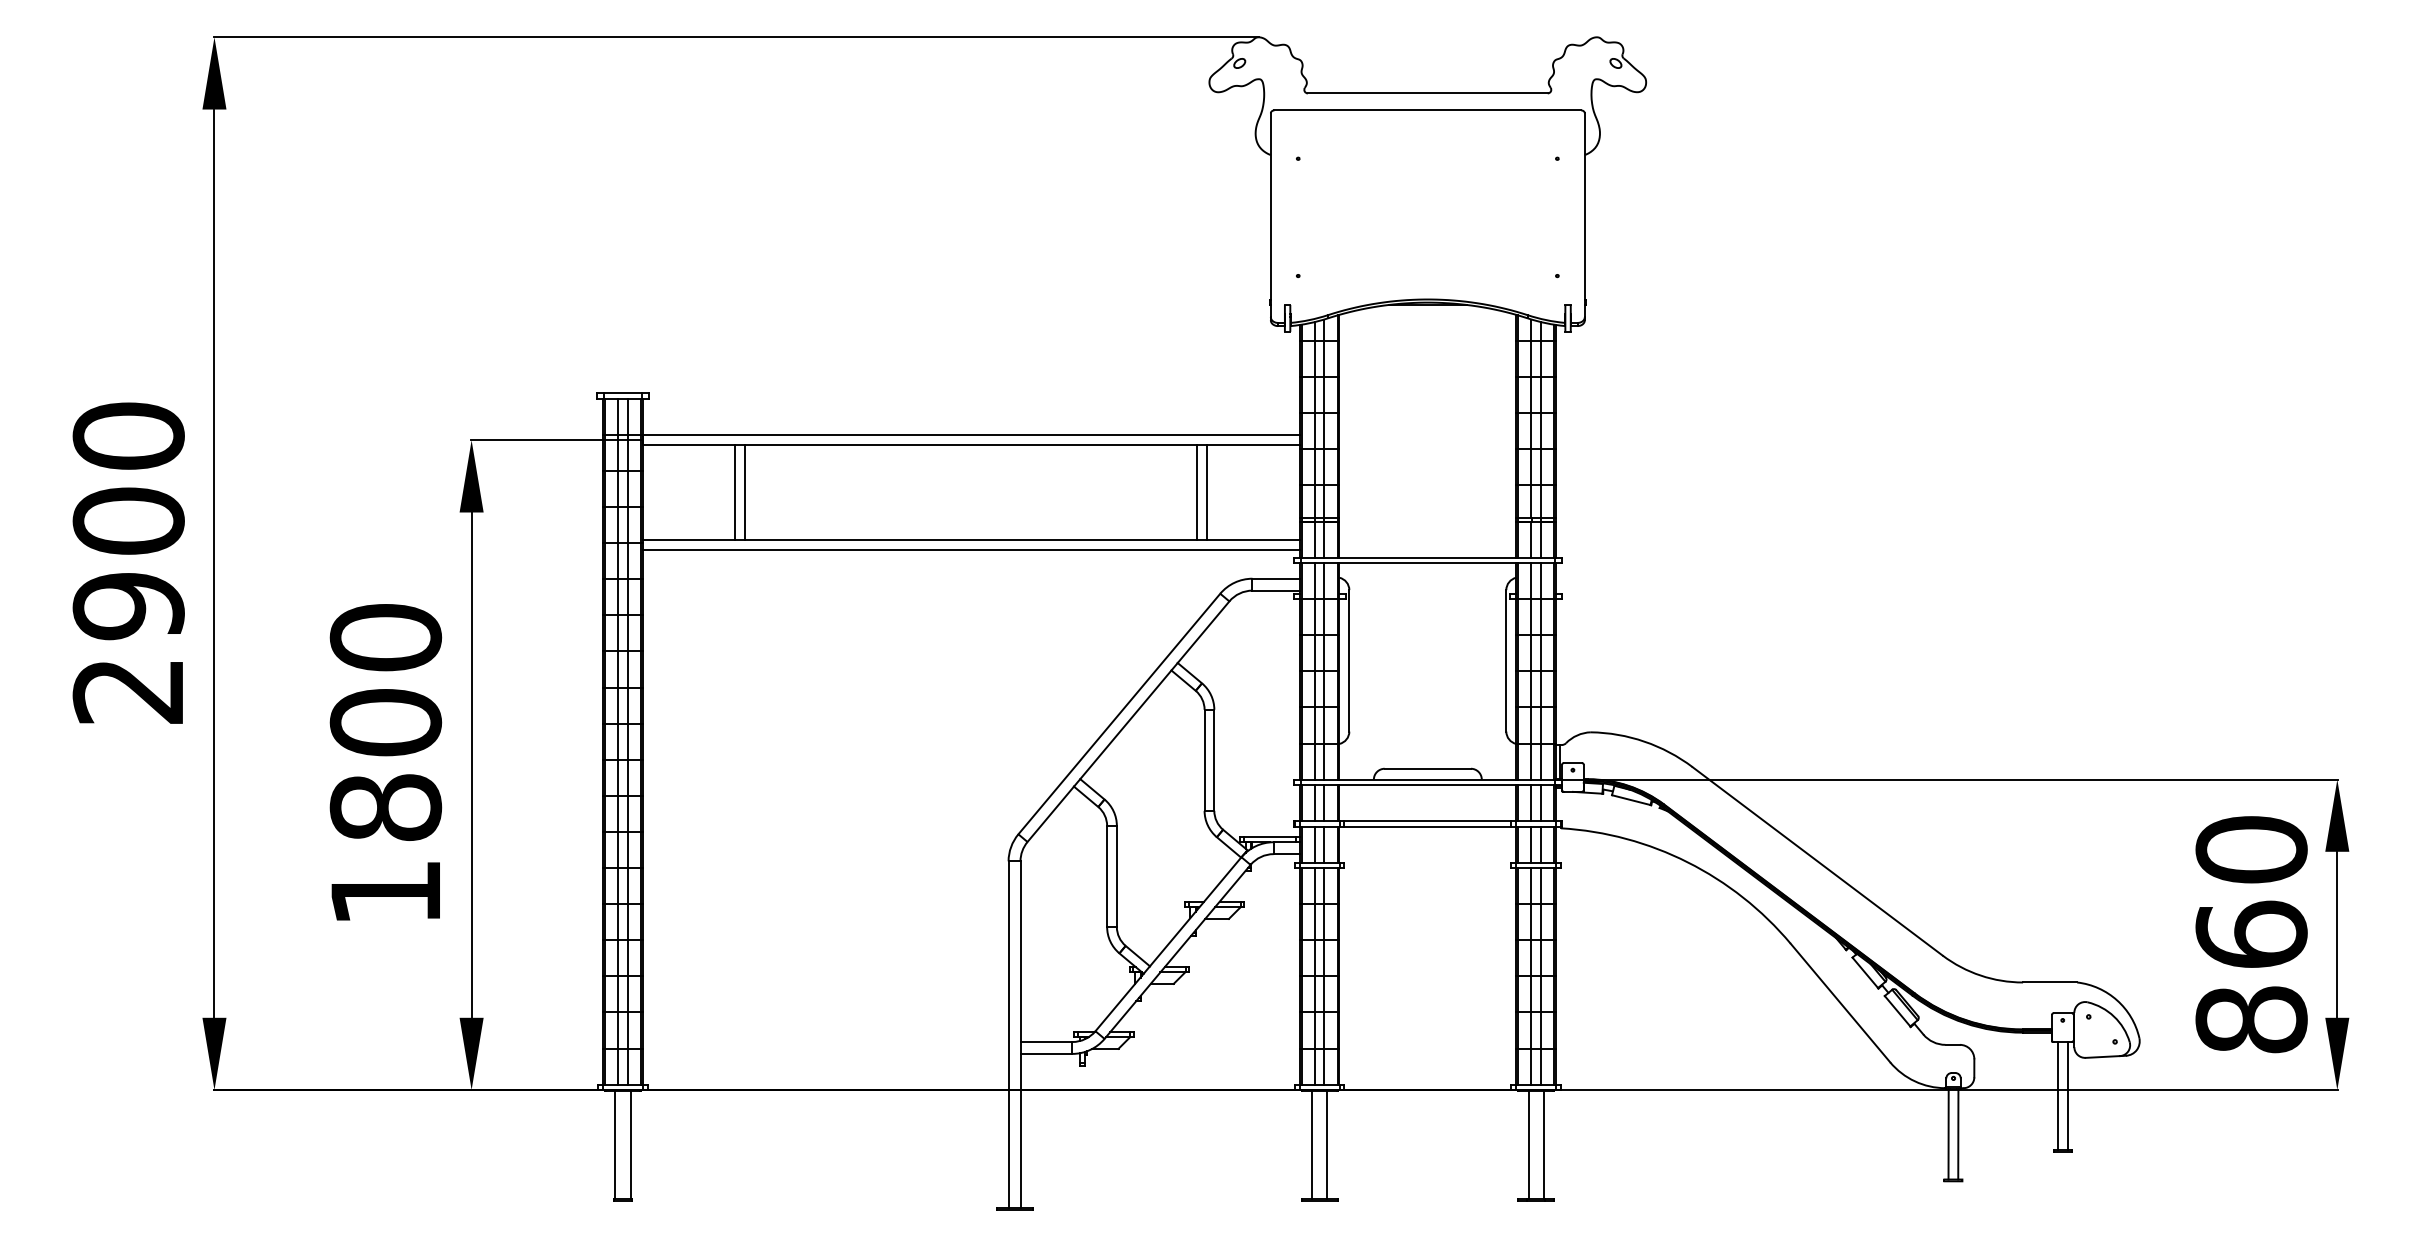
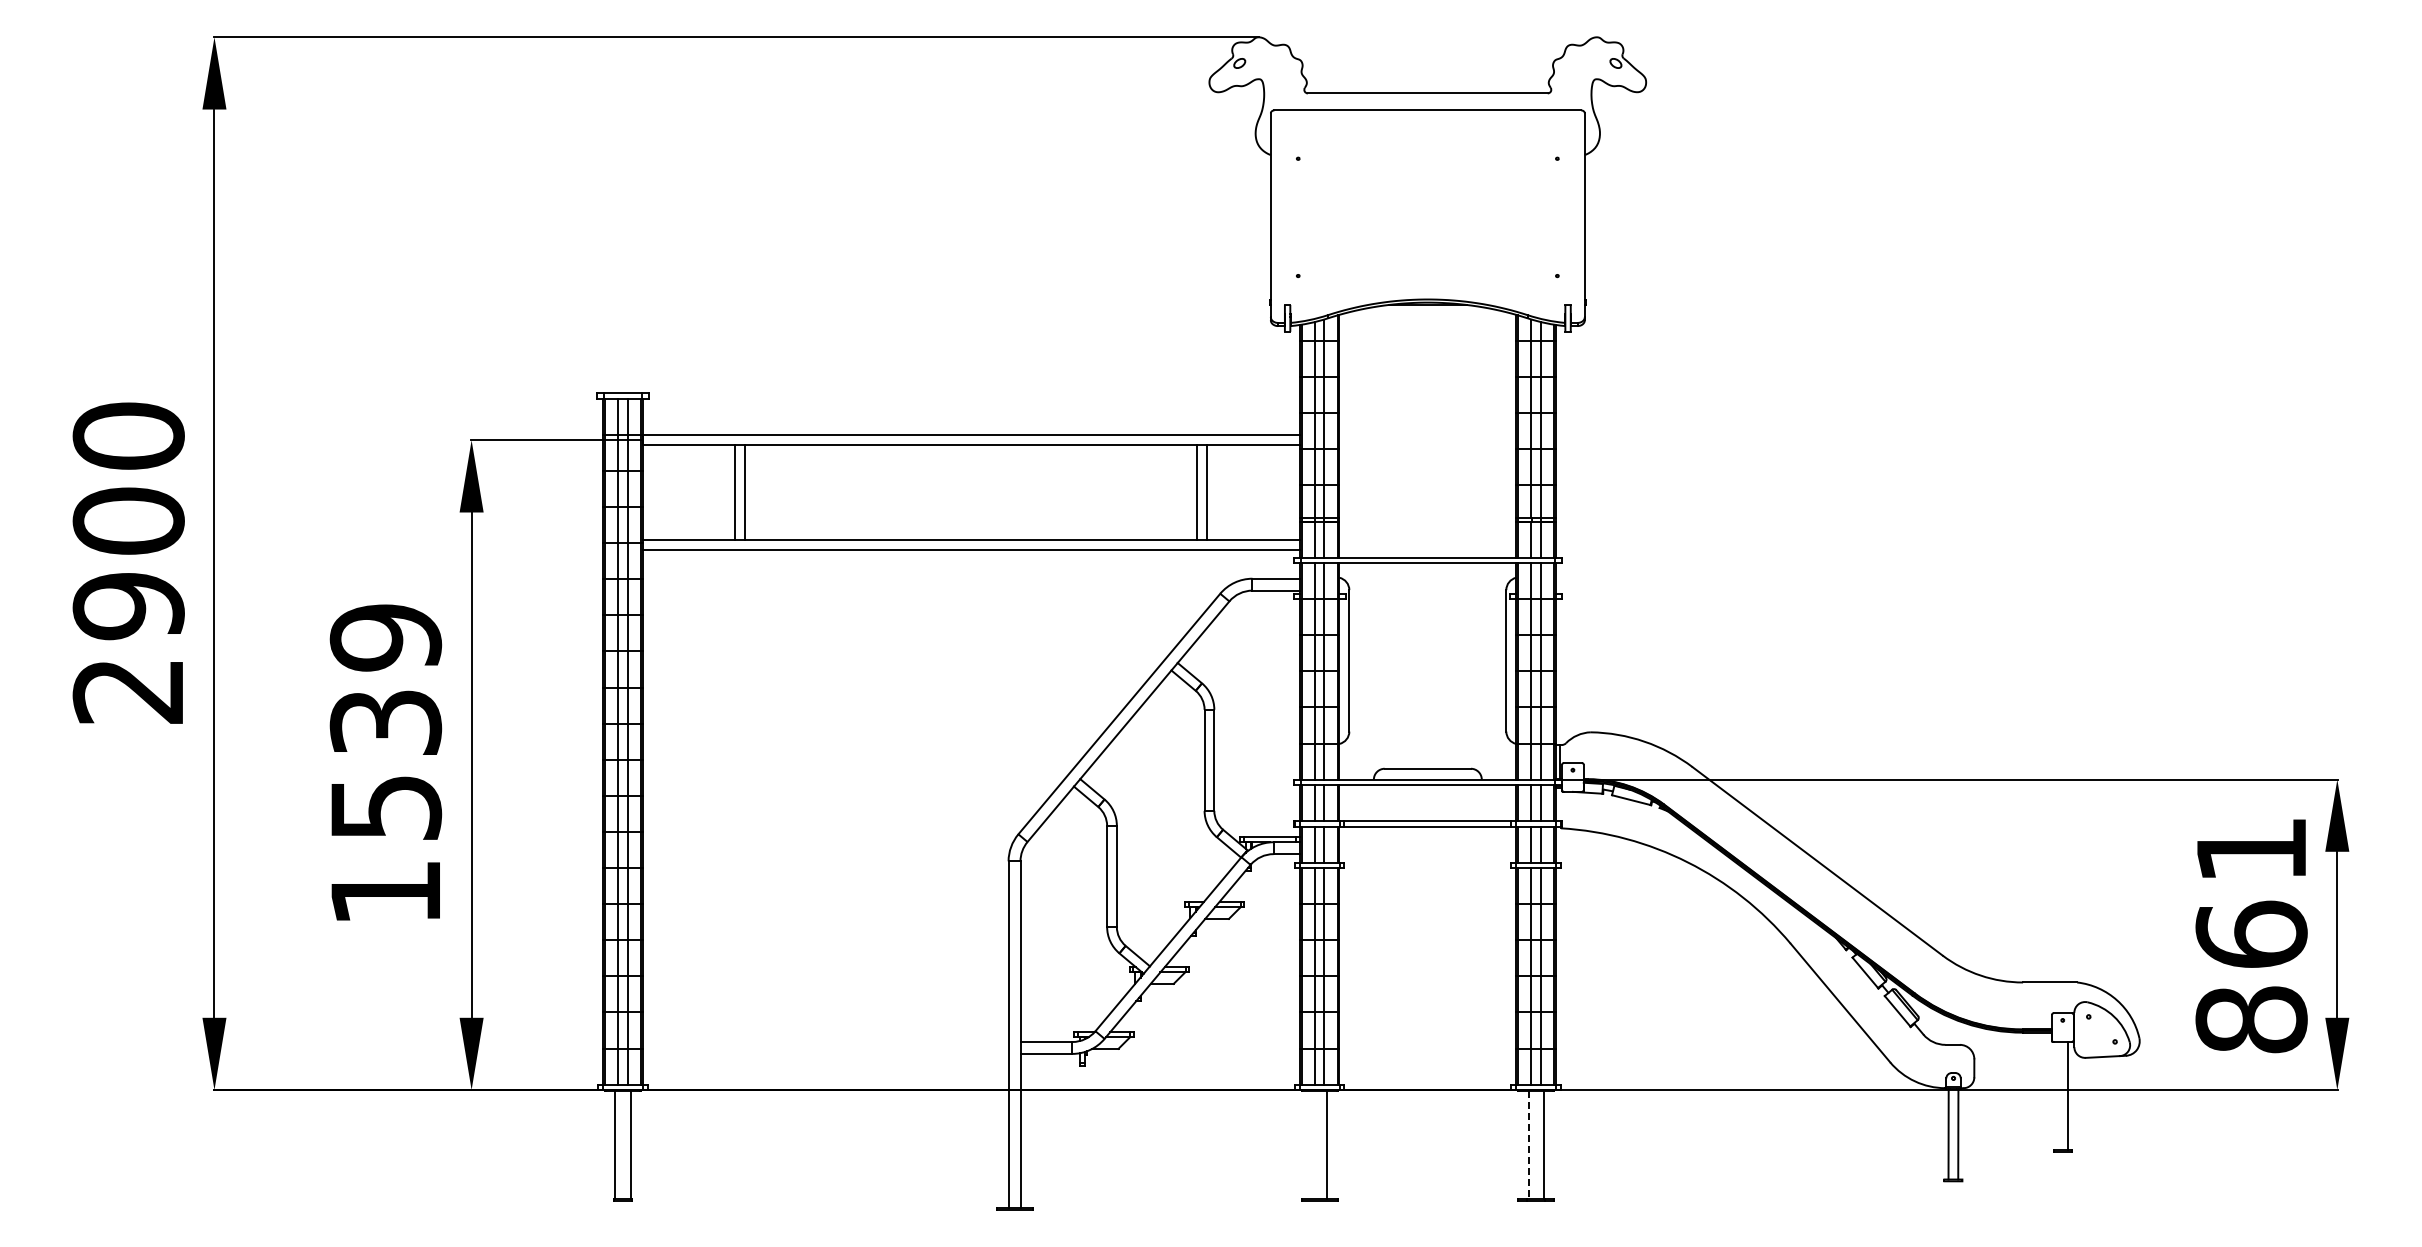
text at (385, 722): 1800 -> 1539
text at (2251, 849): 860 -> 861
line at (2057, 1096): present -> none
line at (1311, 1145): present -> none
line at (1528, 1145): solid -> dashed
